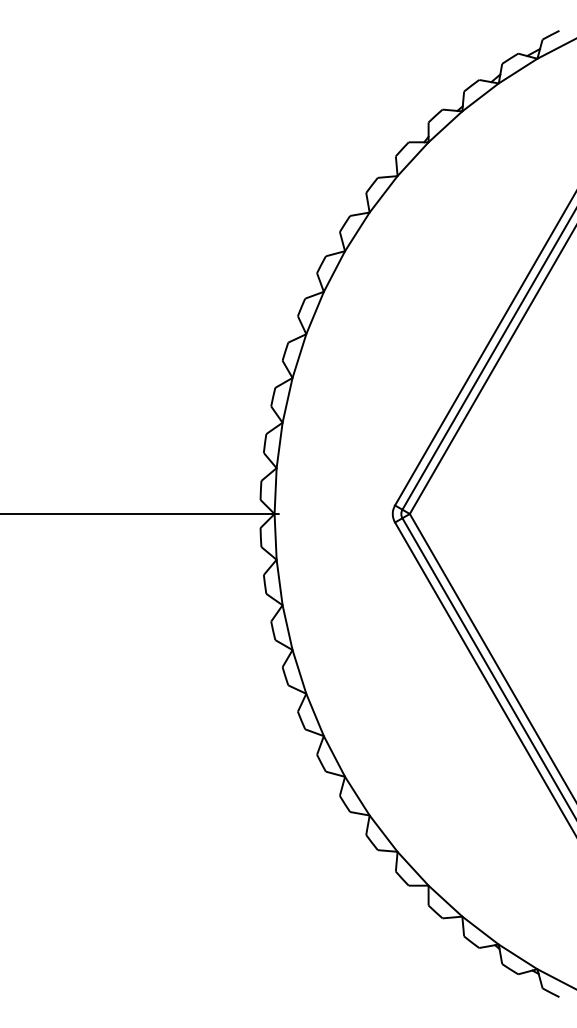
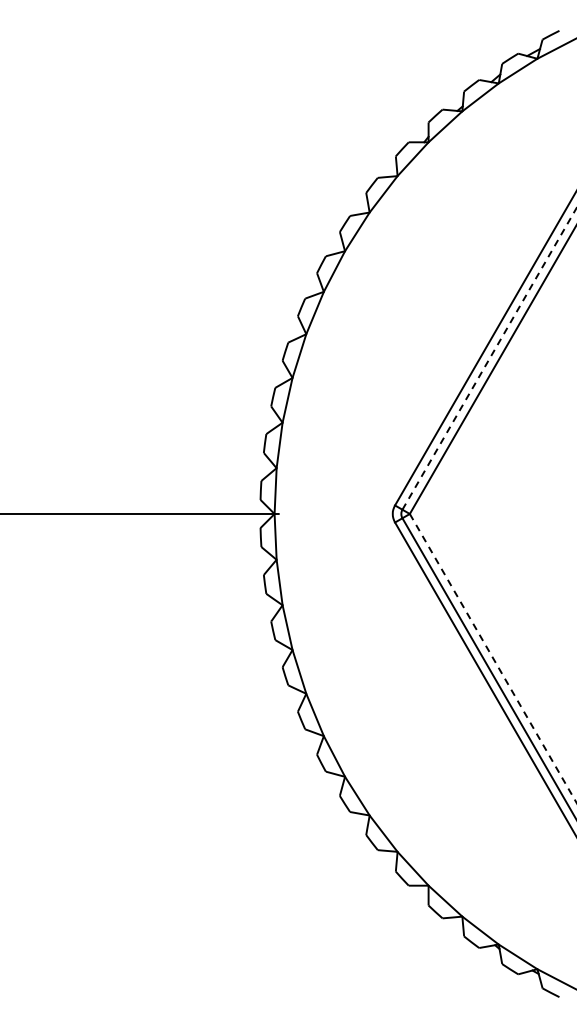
line at (489, 358): solid -> dashed
line at (493, 658): solid -> dashed
